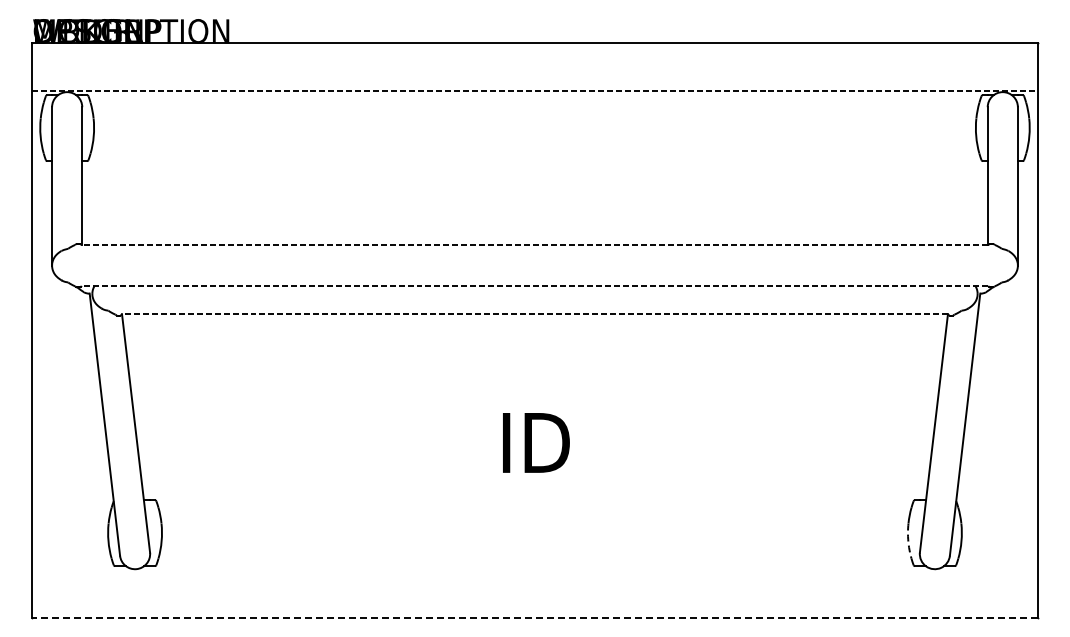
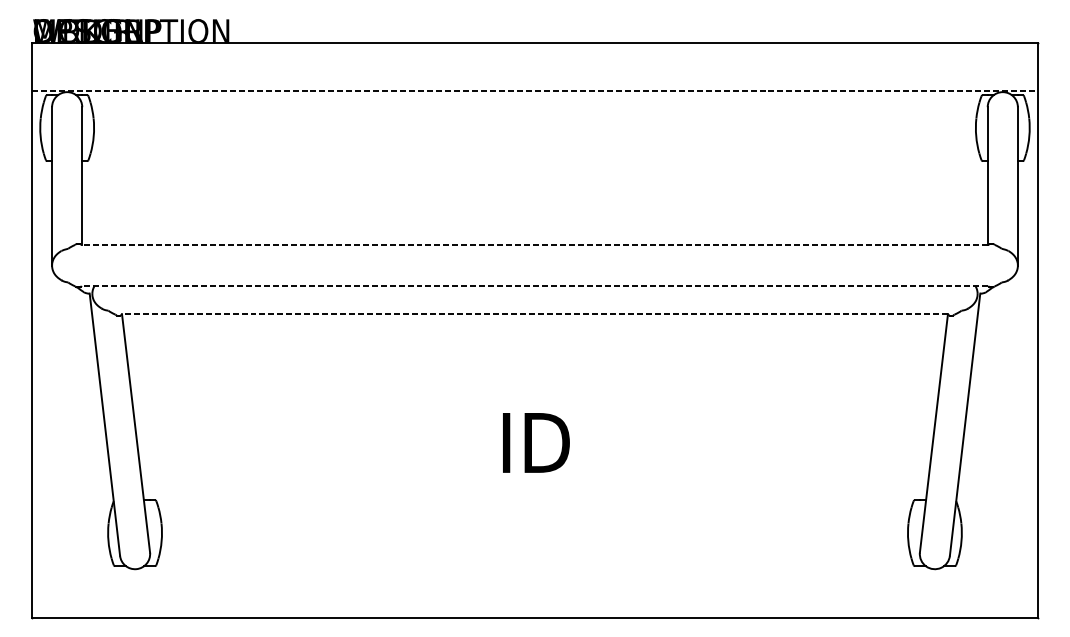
arc at (908, 541): dashed -> solid
line at (535, 618): dashed -> solid
